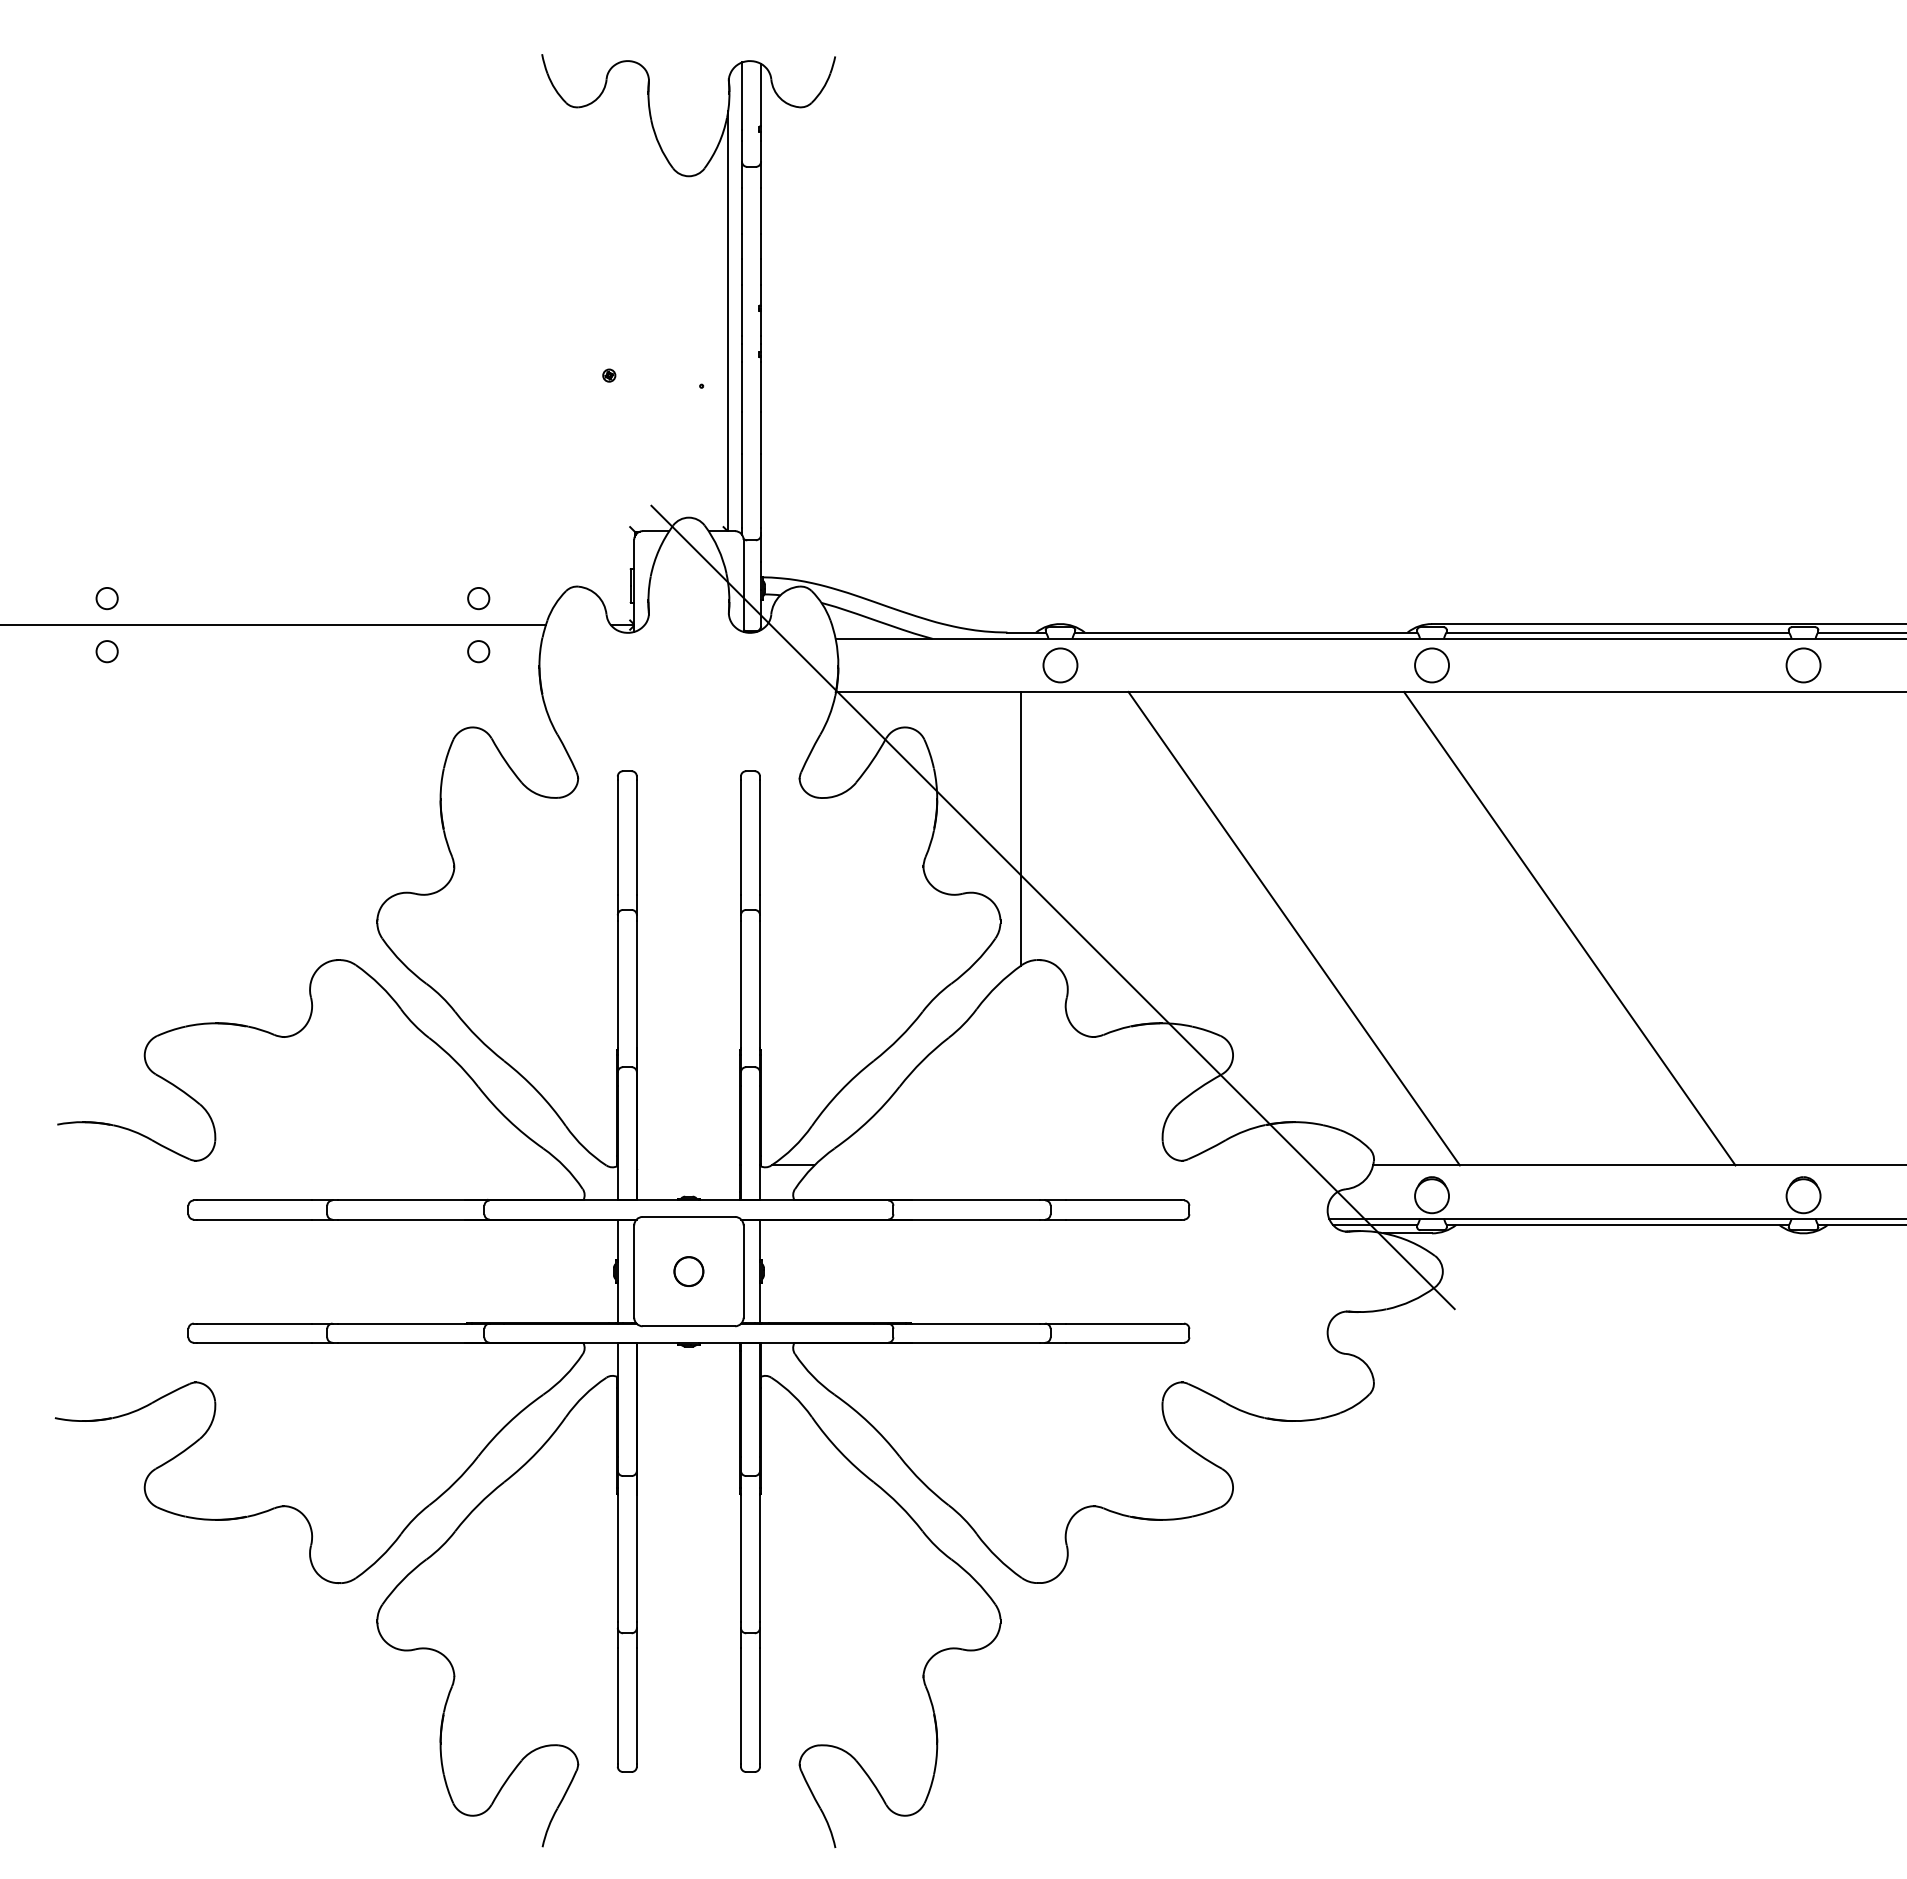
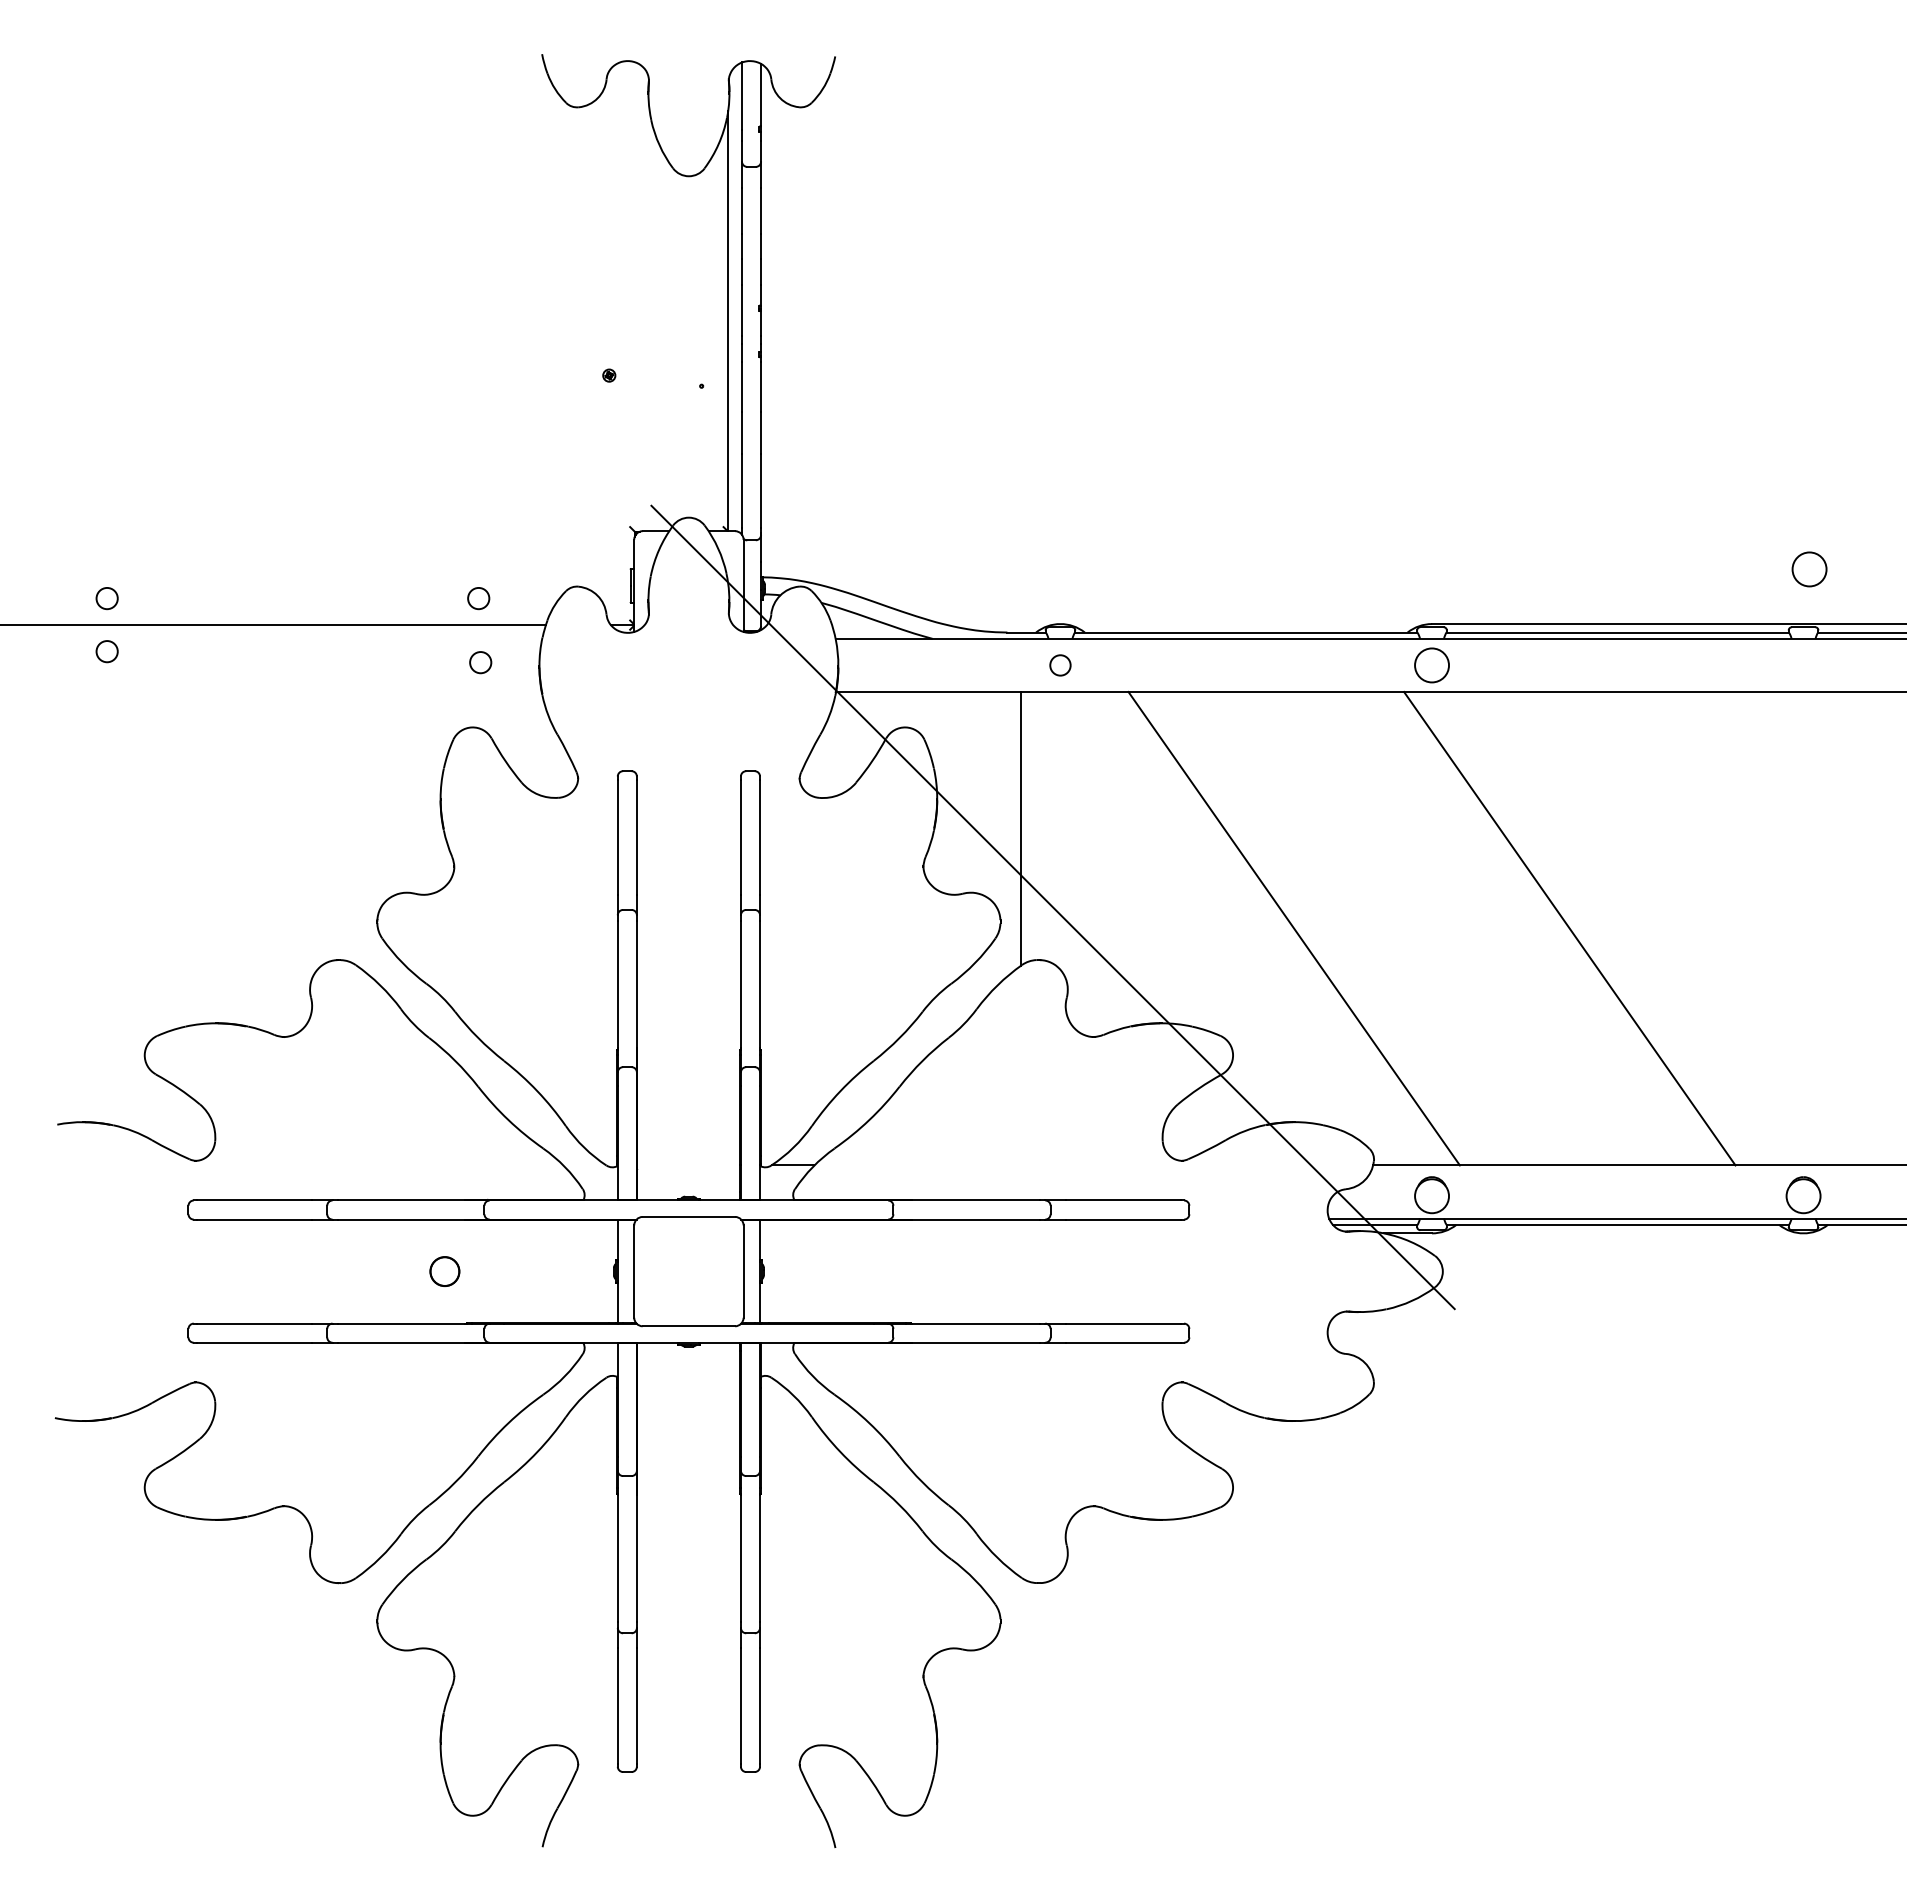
circle at (478, 651) position: (478, 651) -> (480, 662)
circle at (1060, 665) diameter: 34 px -> 20 px
circle at (1803, 665) position: (1803, 665) -> (1809, 569)
circle at (688, 1271) position: (688, 1271) -> (444, 1271)
